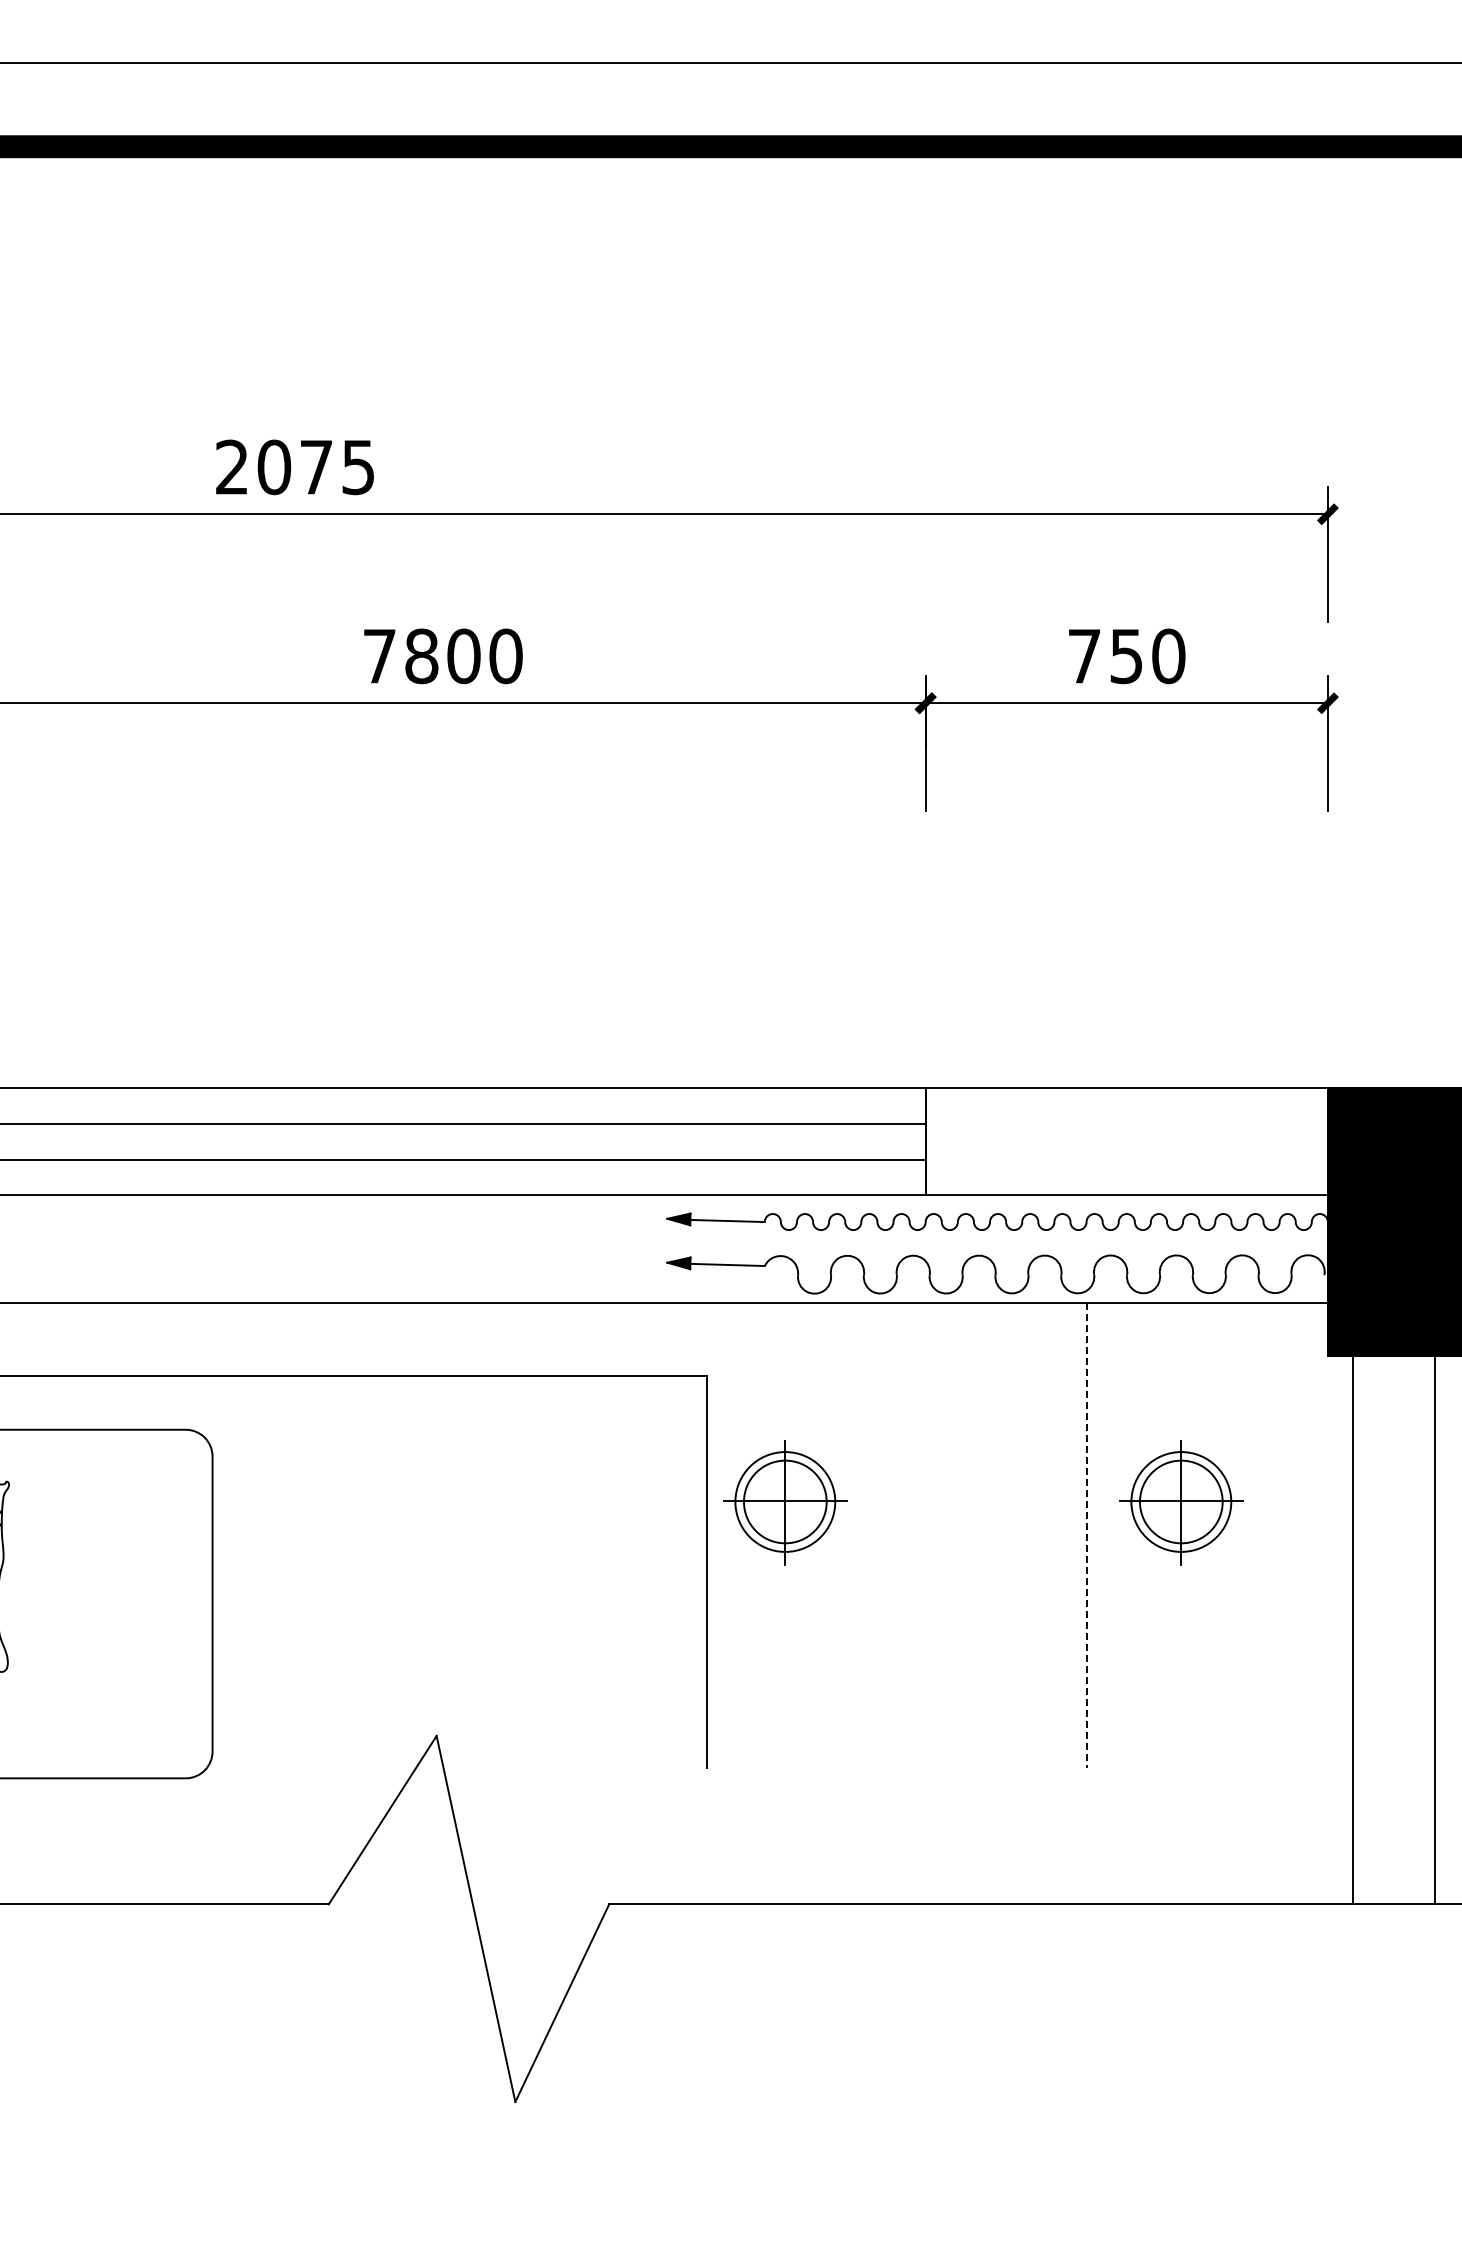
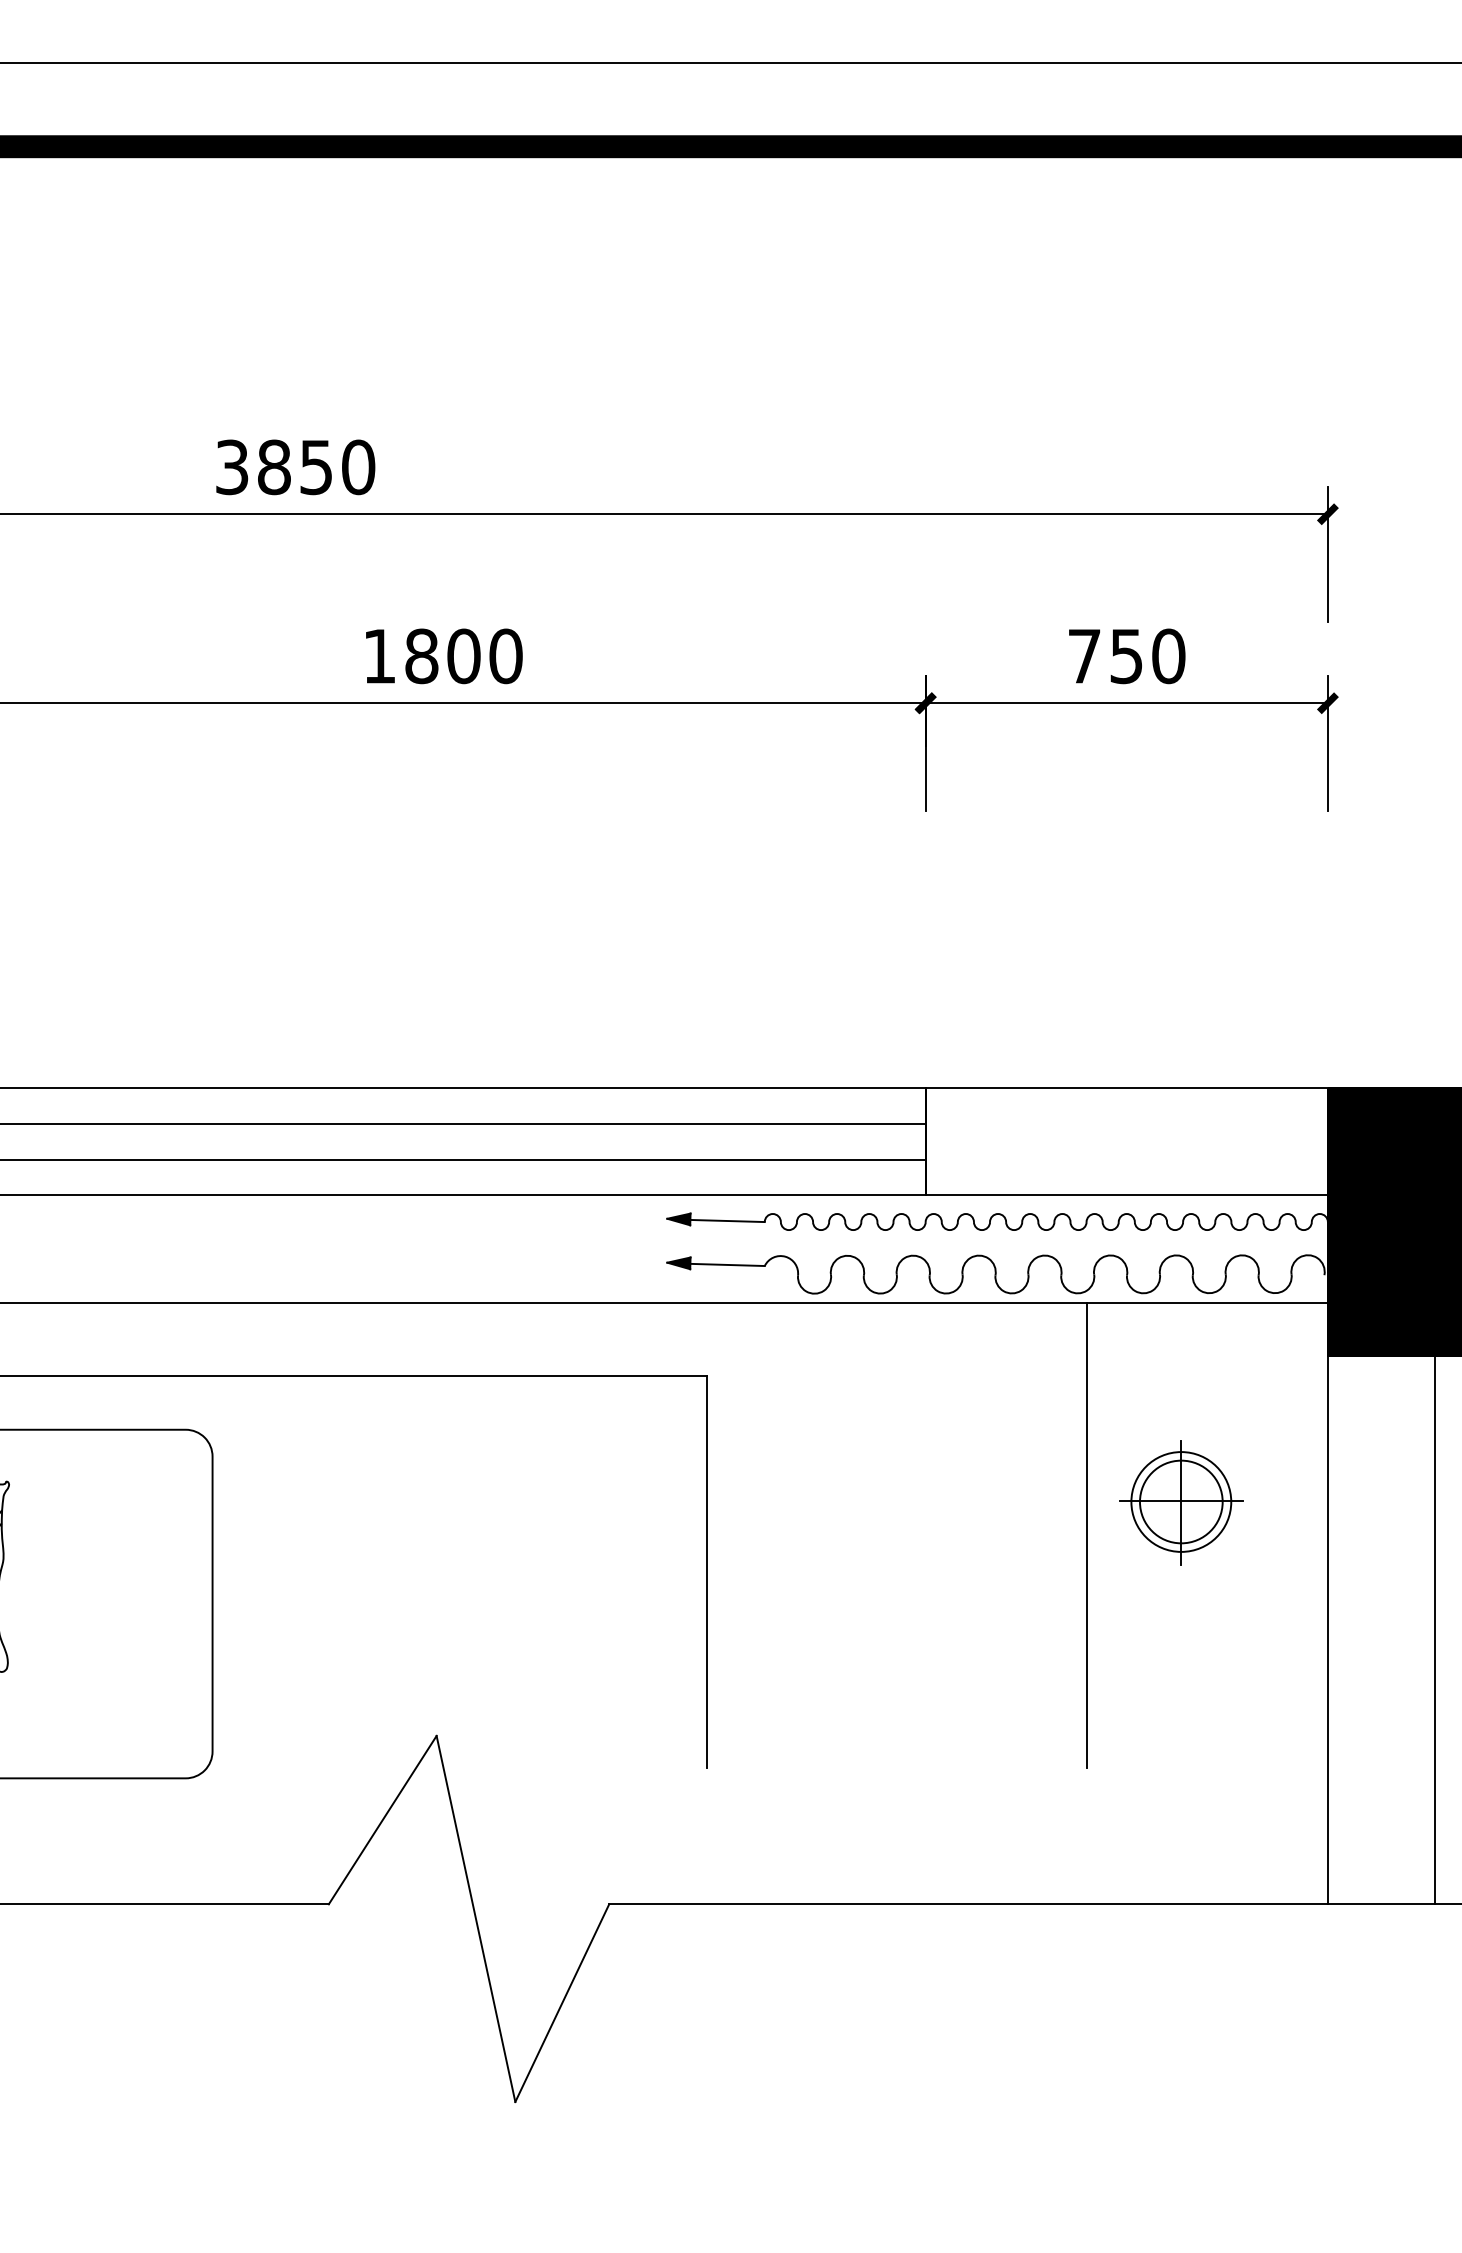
text at (295, 467): 2075 -> 3850
text at (379, 656): 7800 -> 1800
part at (785, 1502): present -> none
line at (1086, 1535): dashed -> solid
line at (1352, 1630) position: (1352, 1630) -> (1327, 1630)
